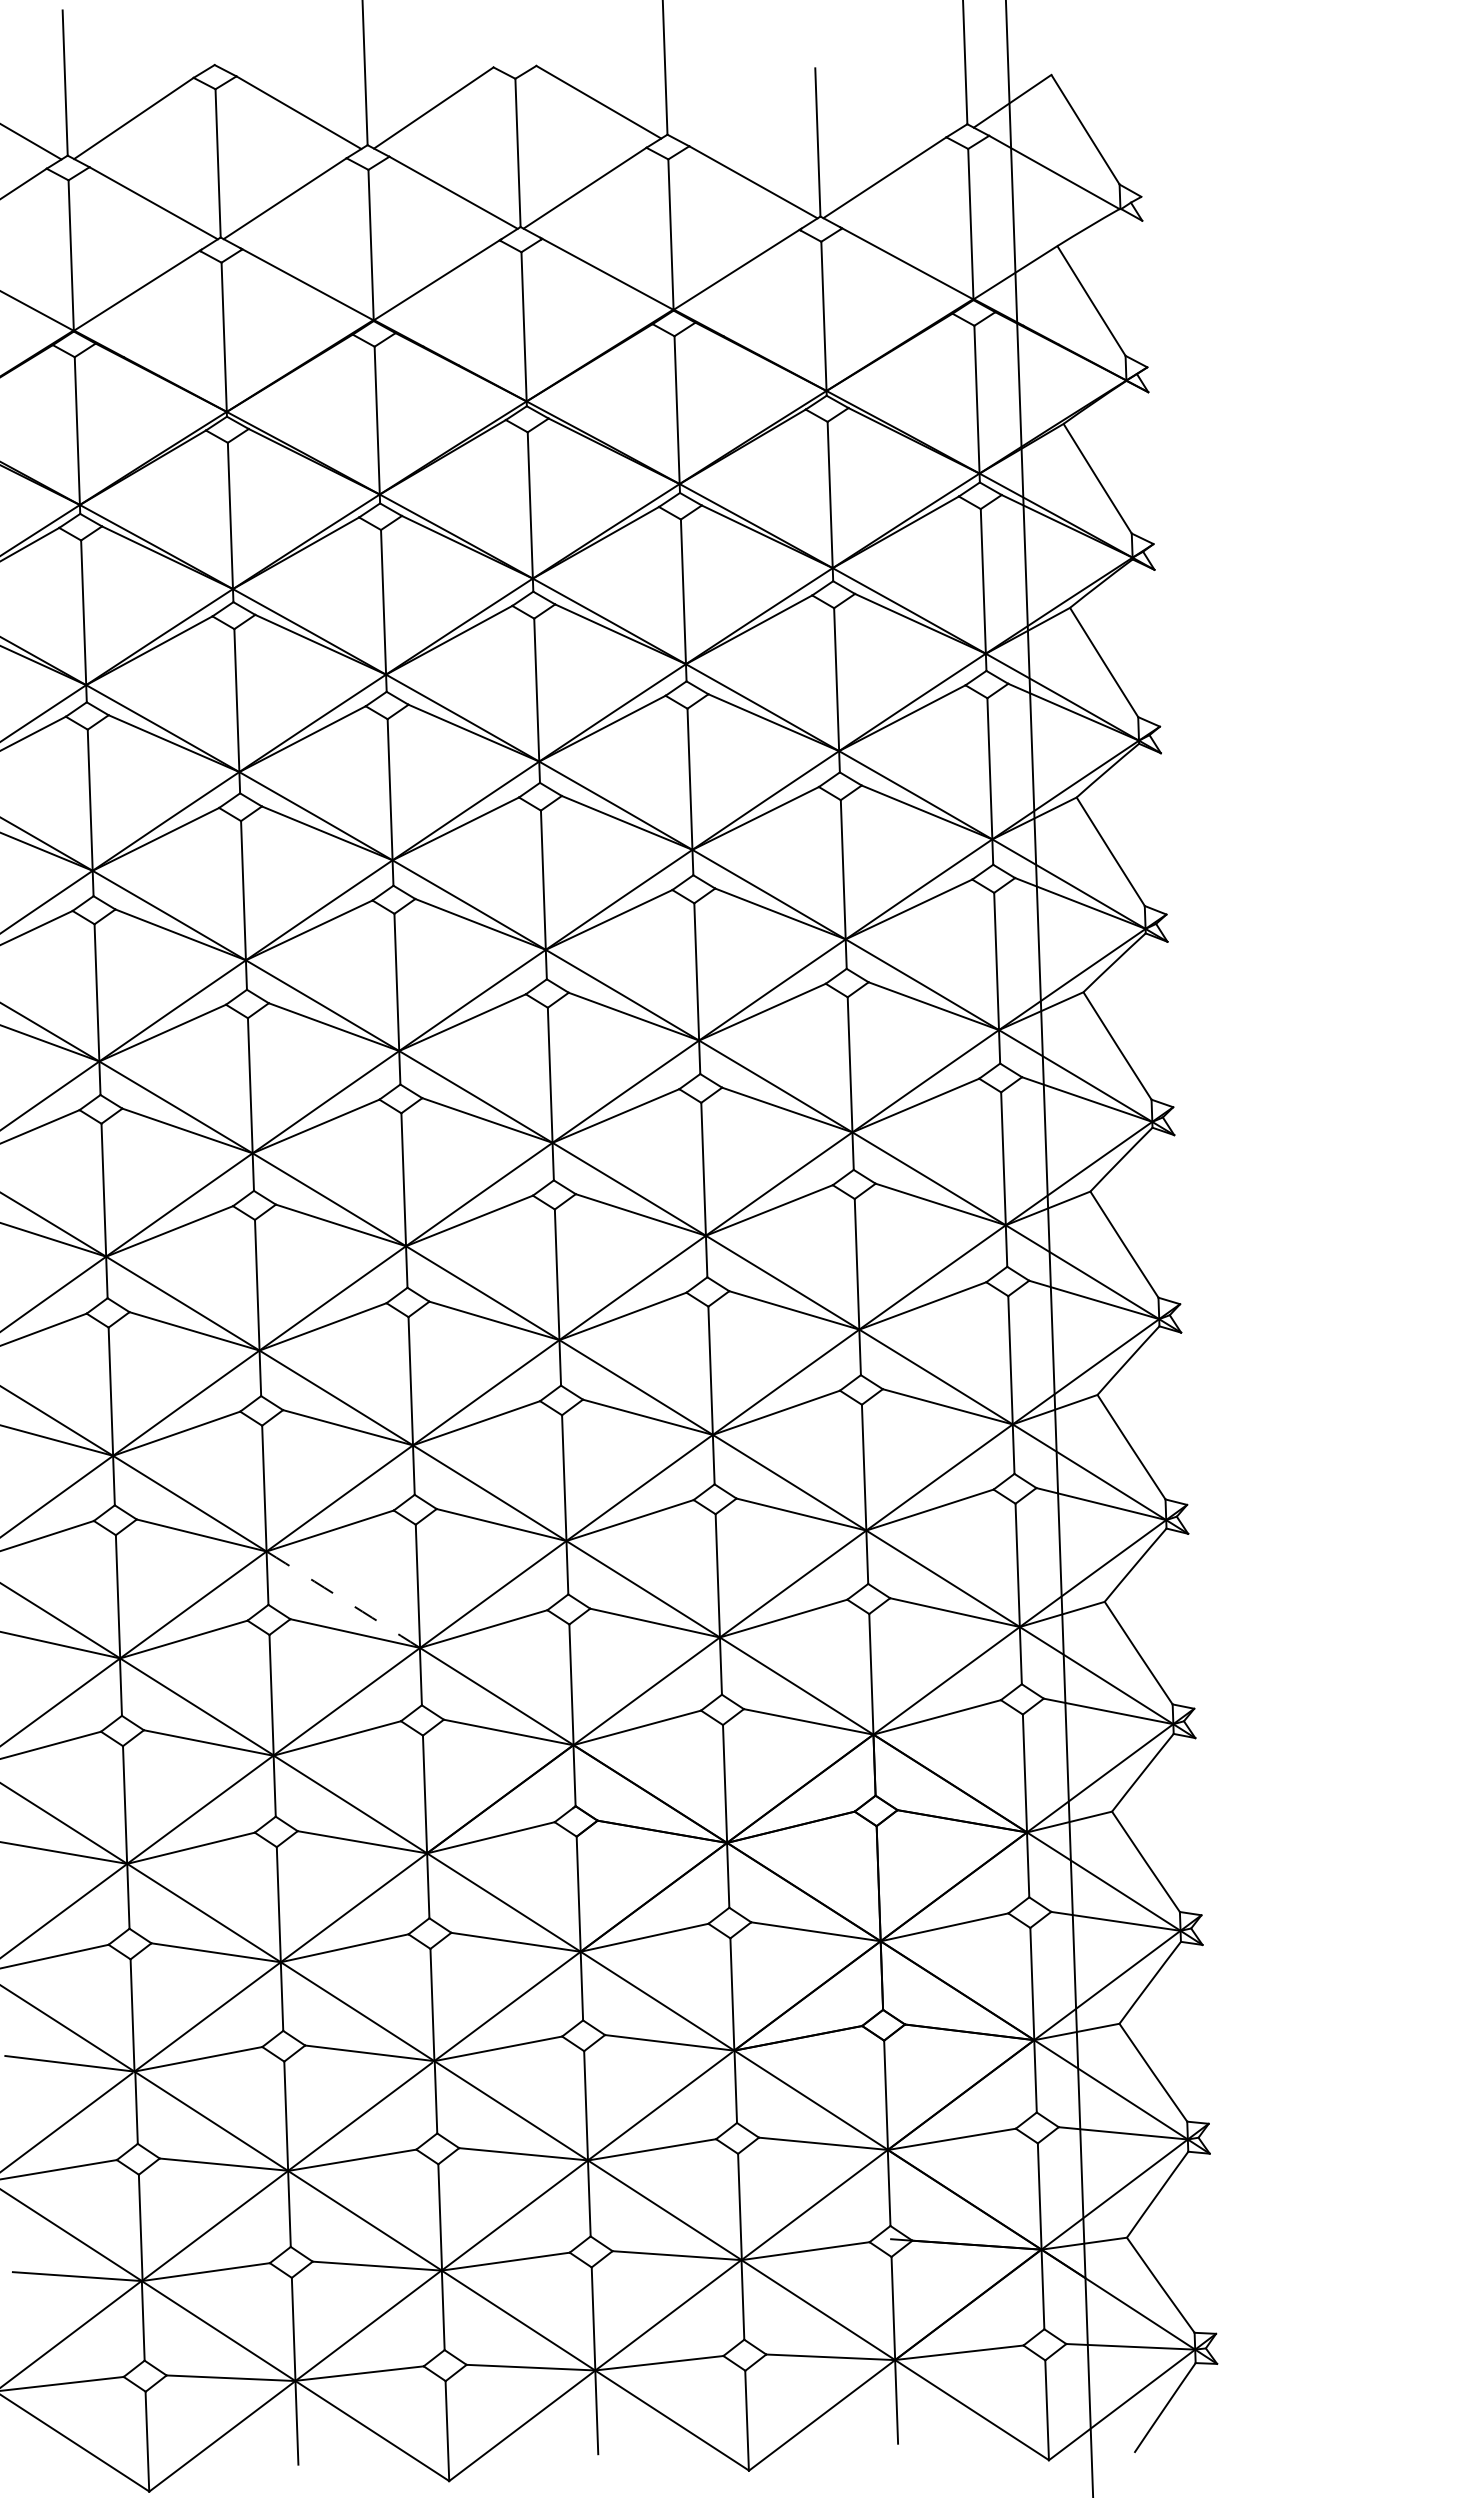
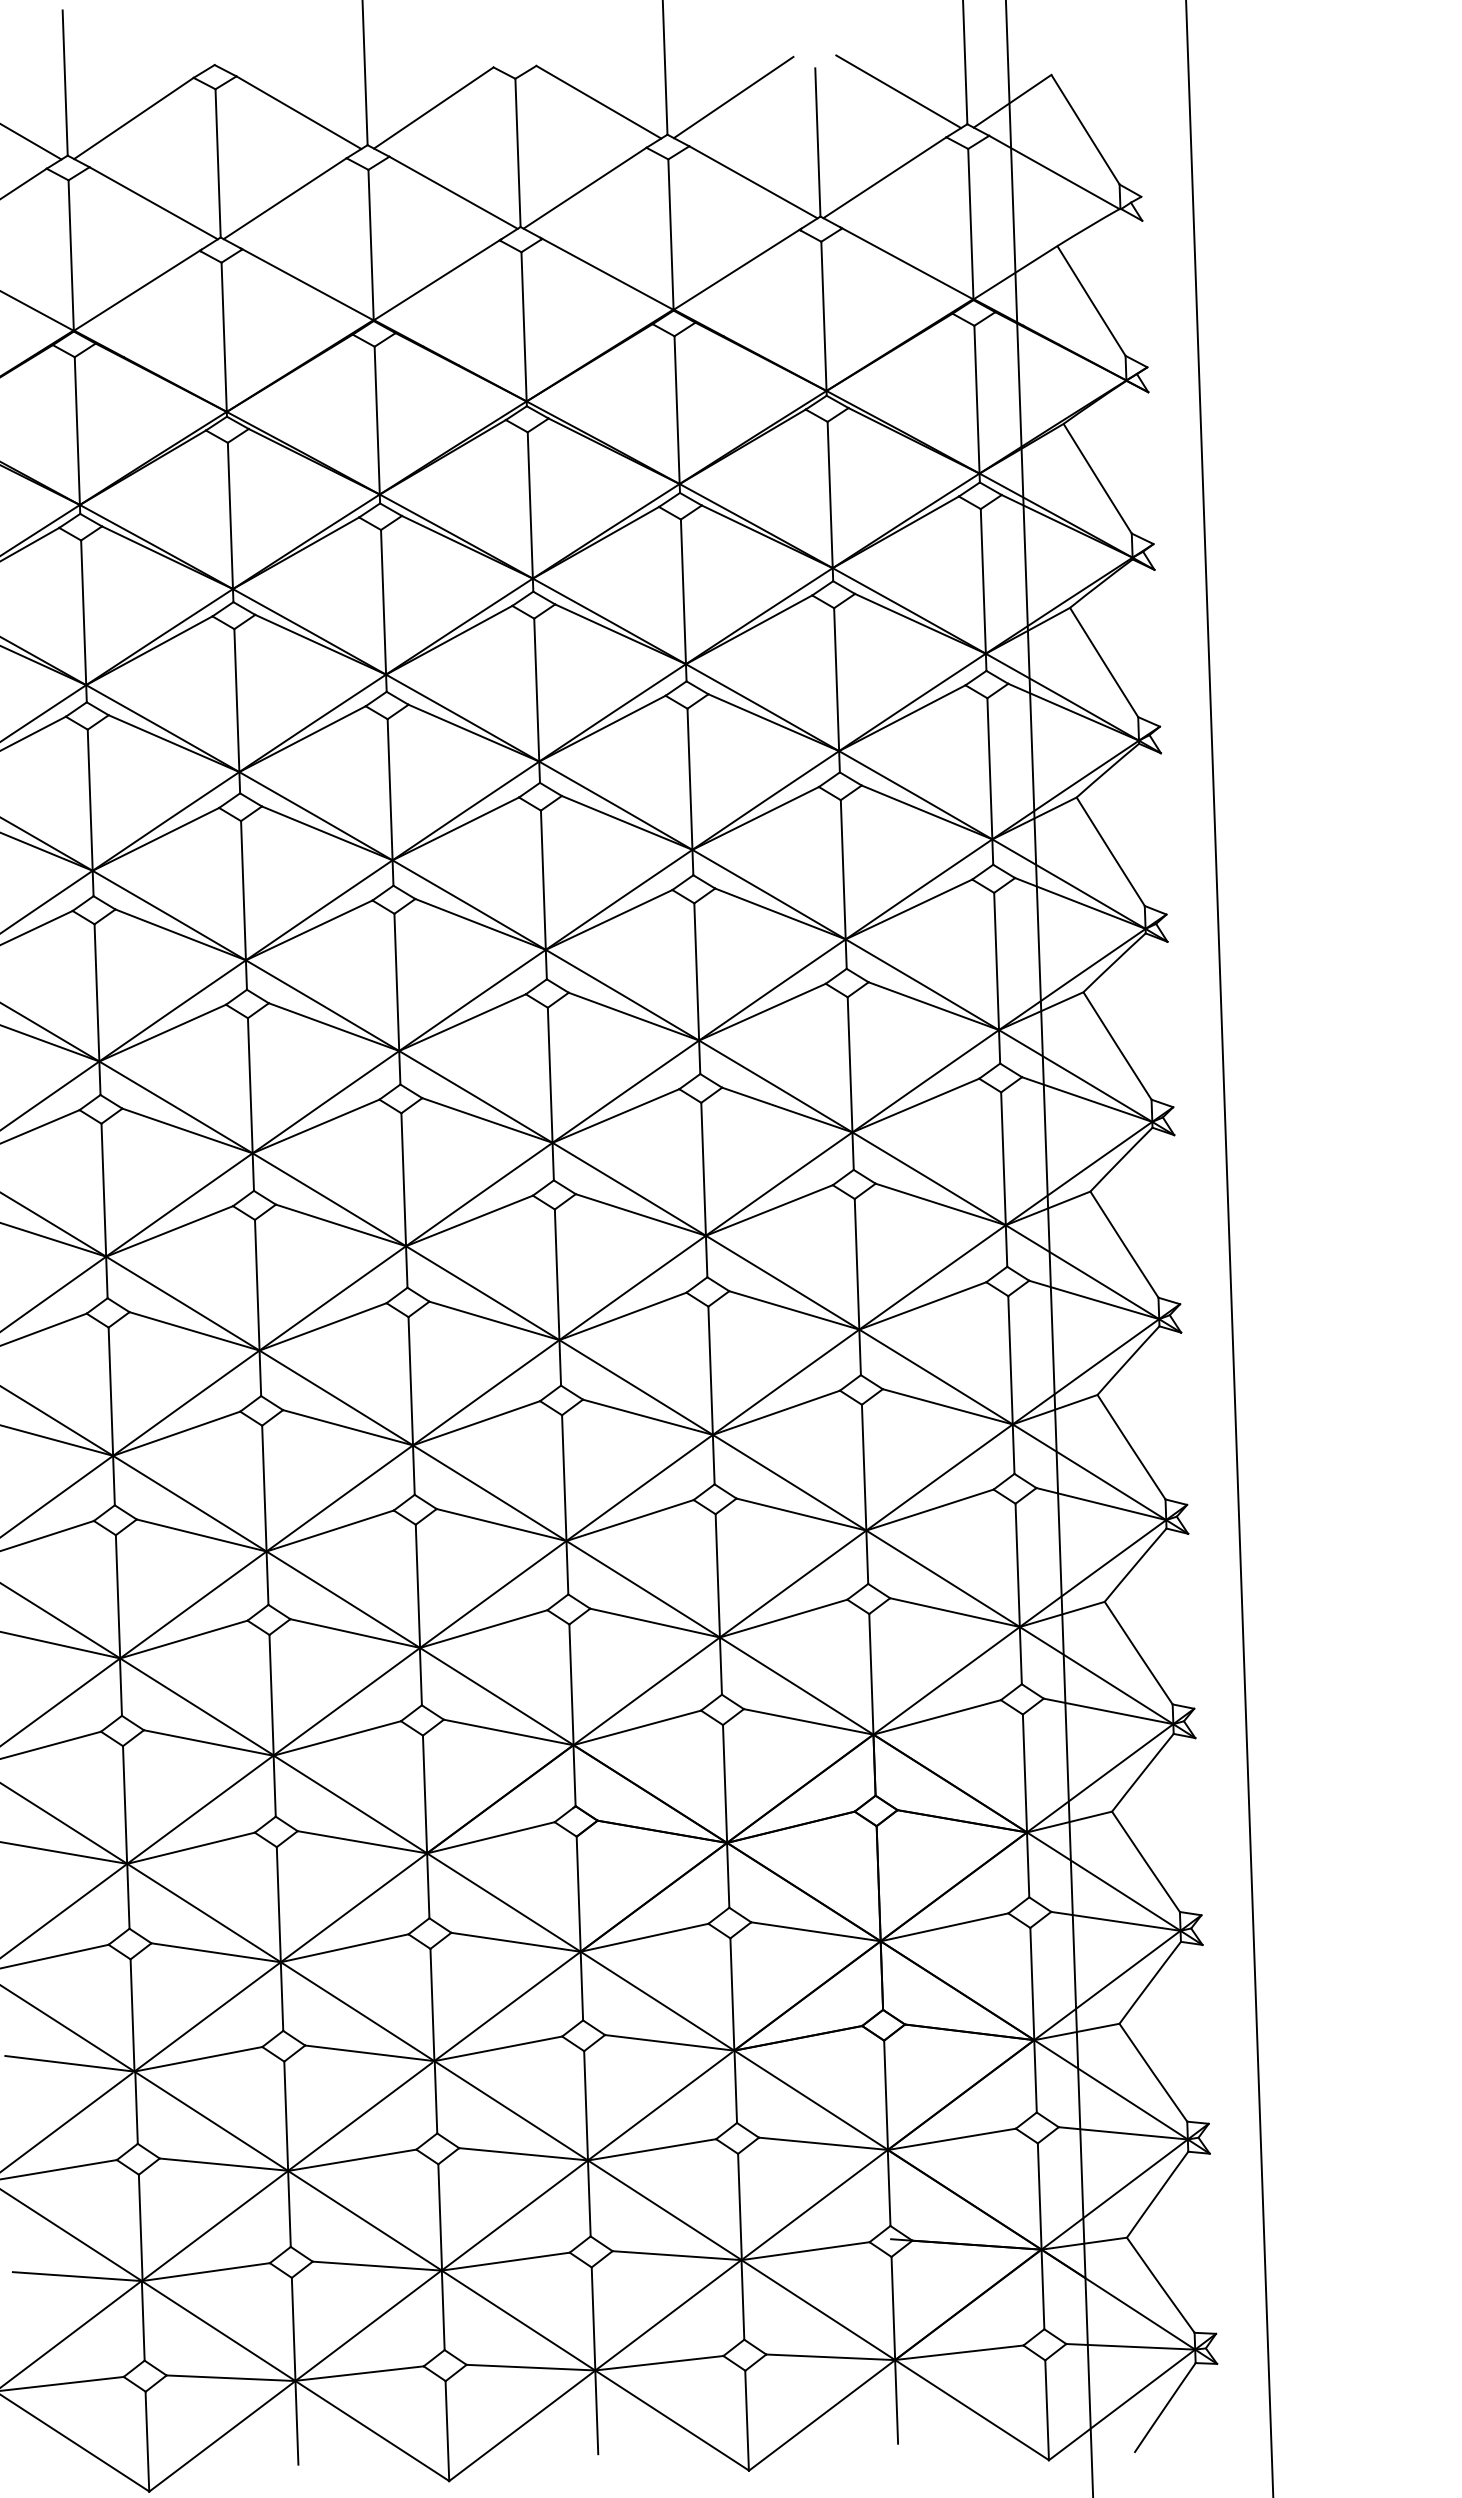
line at (898, 91): none -> present
line at (733, 97): none -> present
line at (1229, 1248): none -> present
arc at (343, 1599): dashed -> solid
